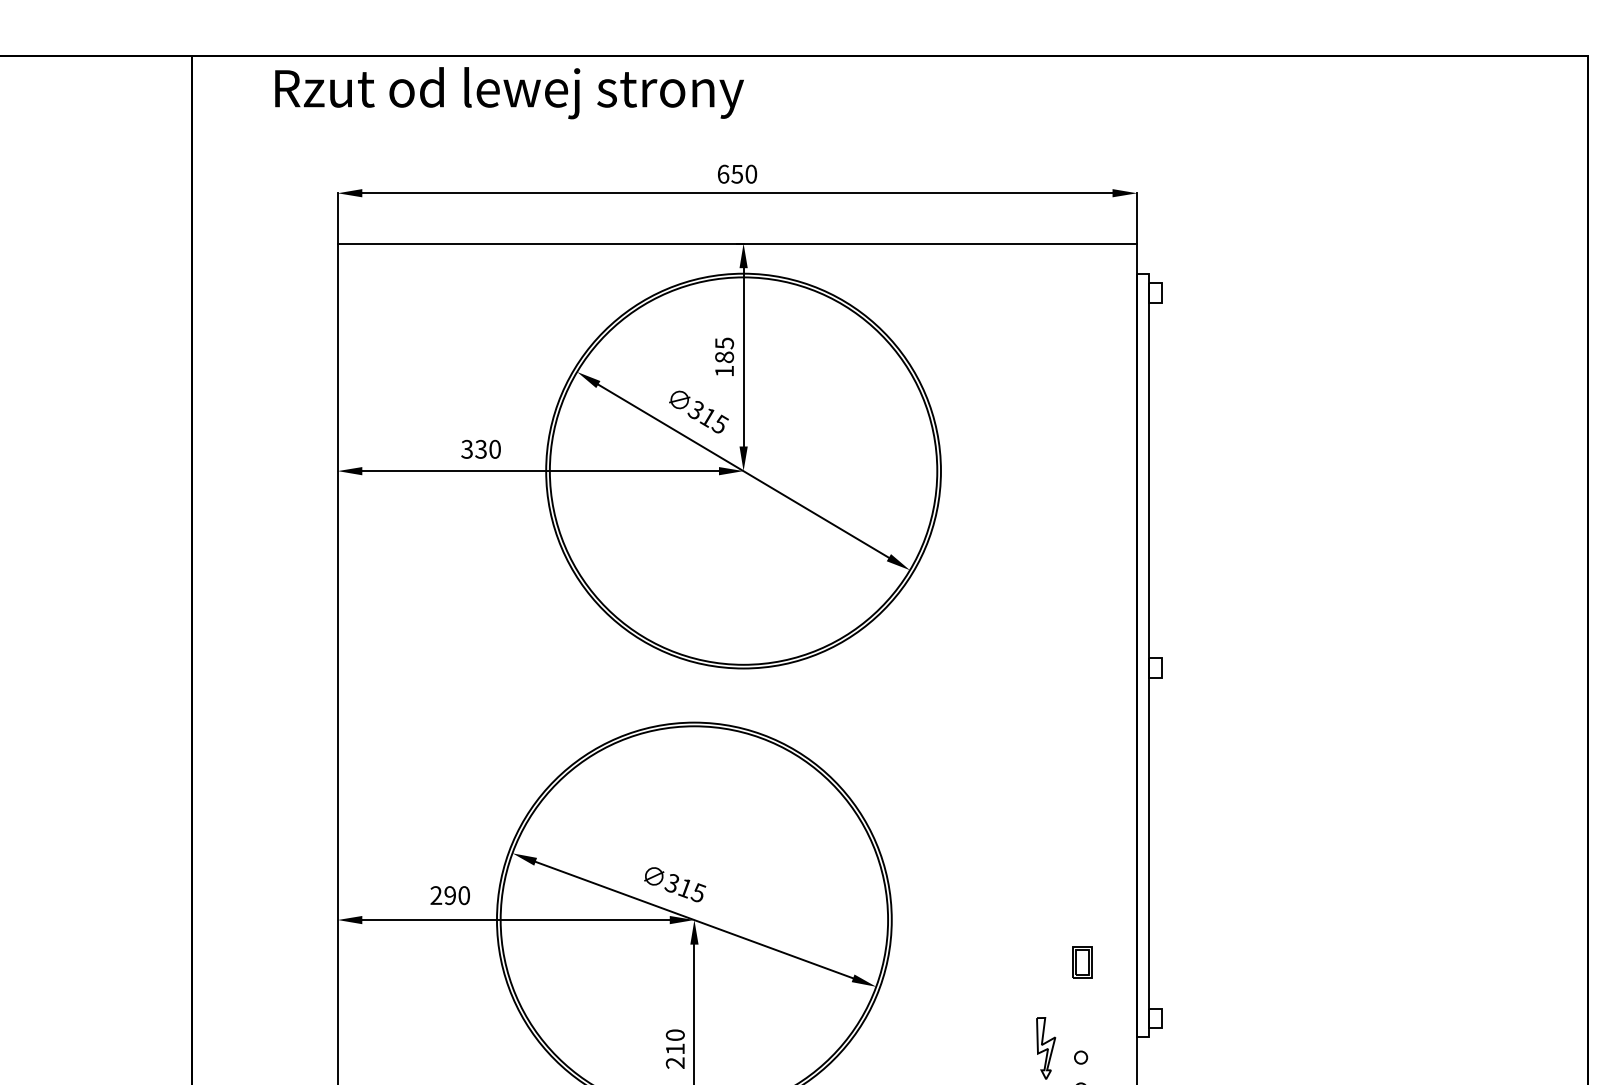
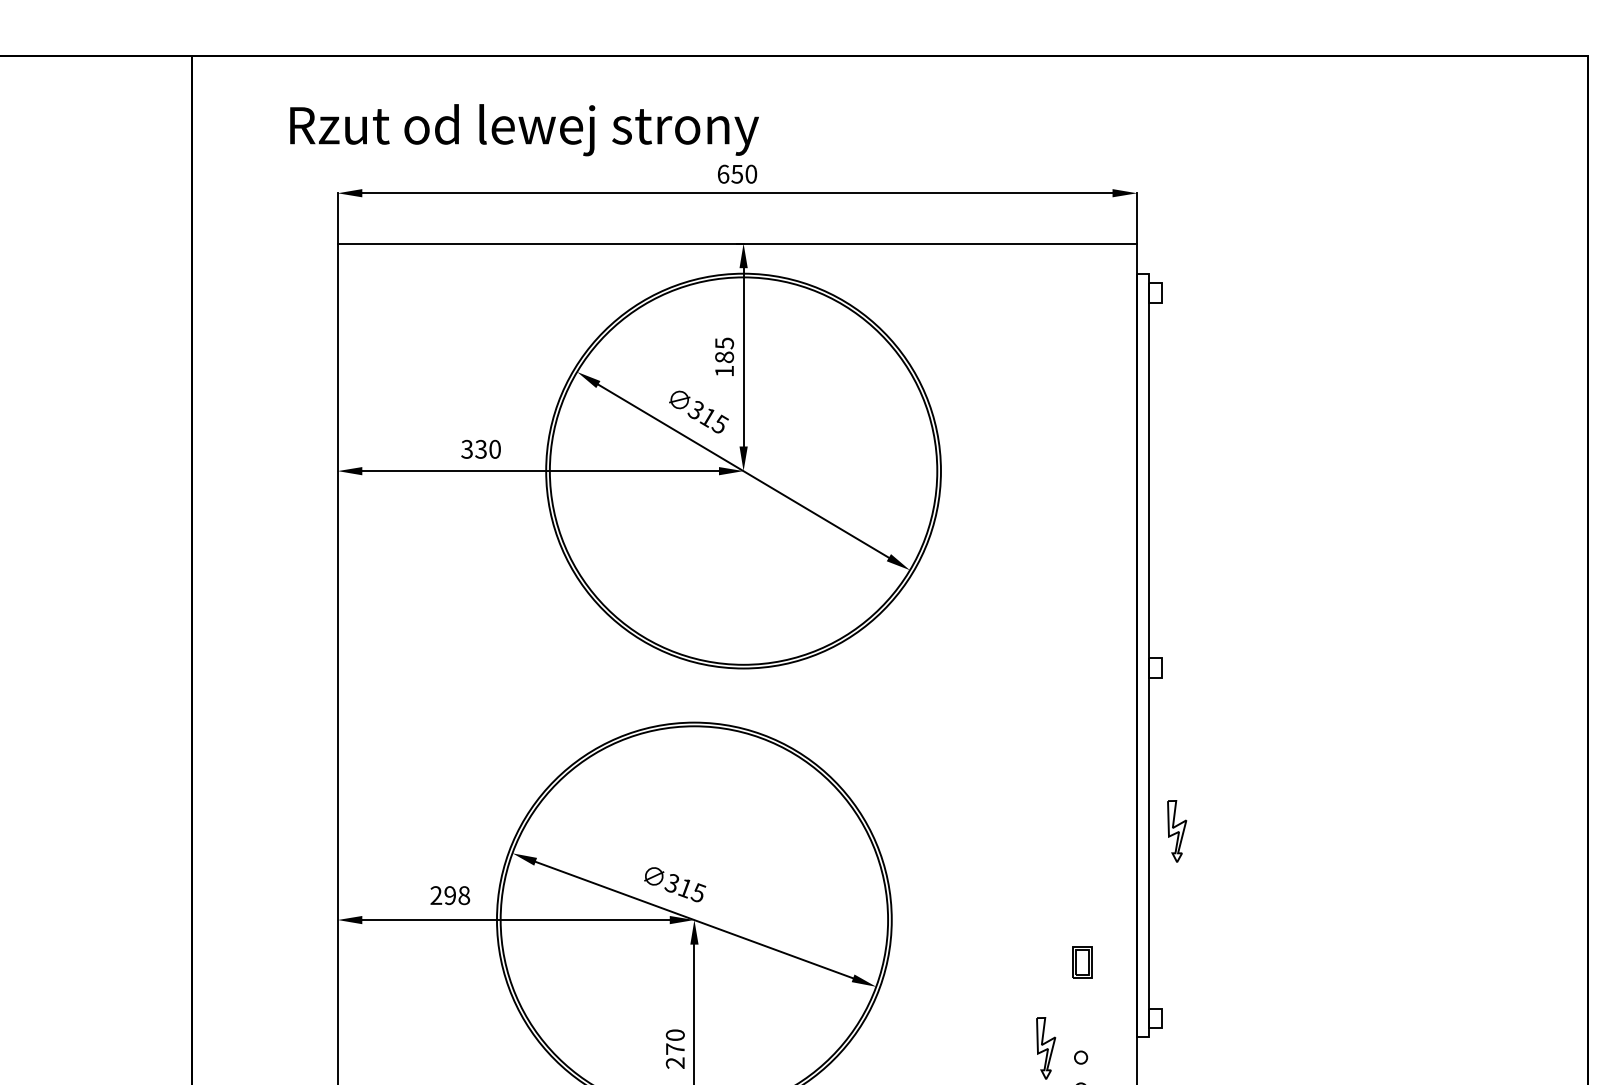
text at (509, 93) position: (509, 93) -> (524, 130)
part at (1177, 831): none -> present
text at (464, 895): 290 -> 298
text at (675, 1048): 210 -> 270
